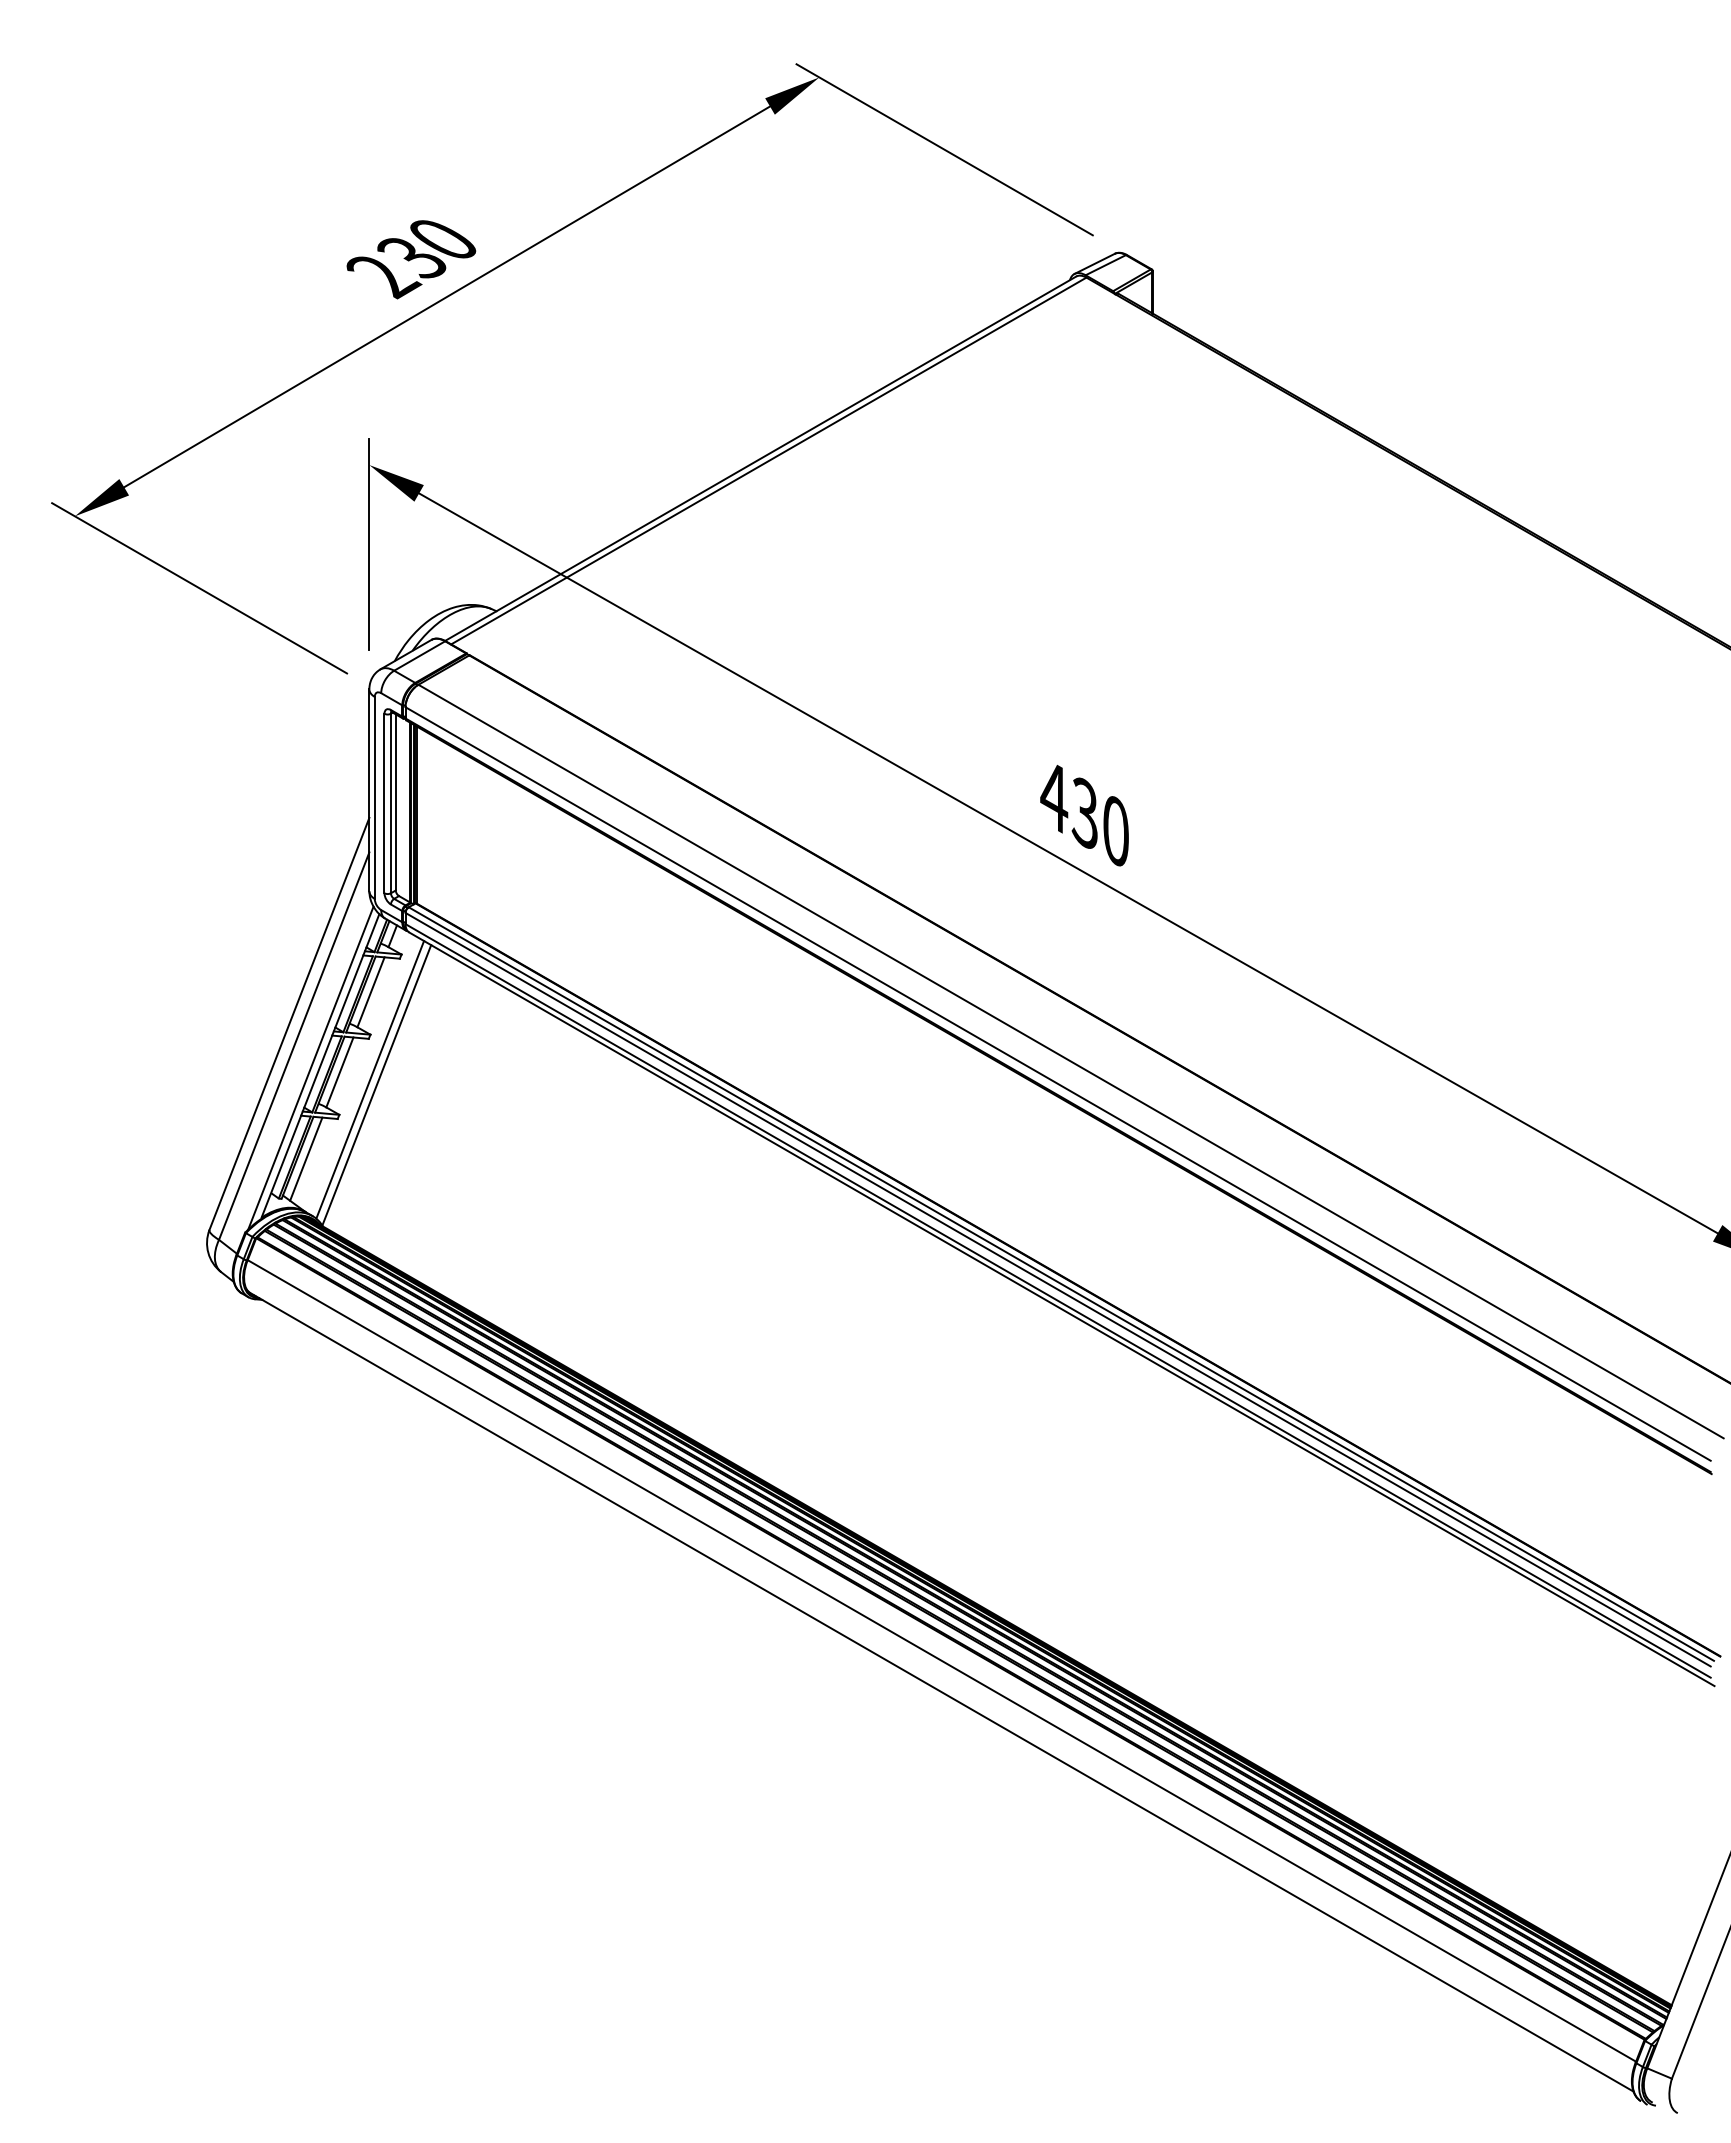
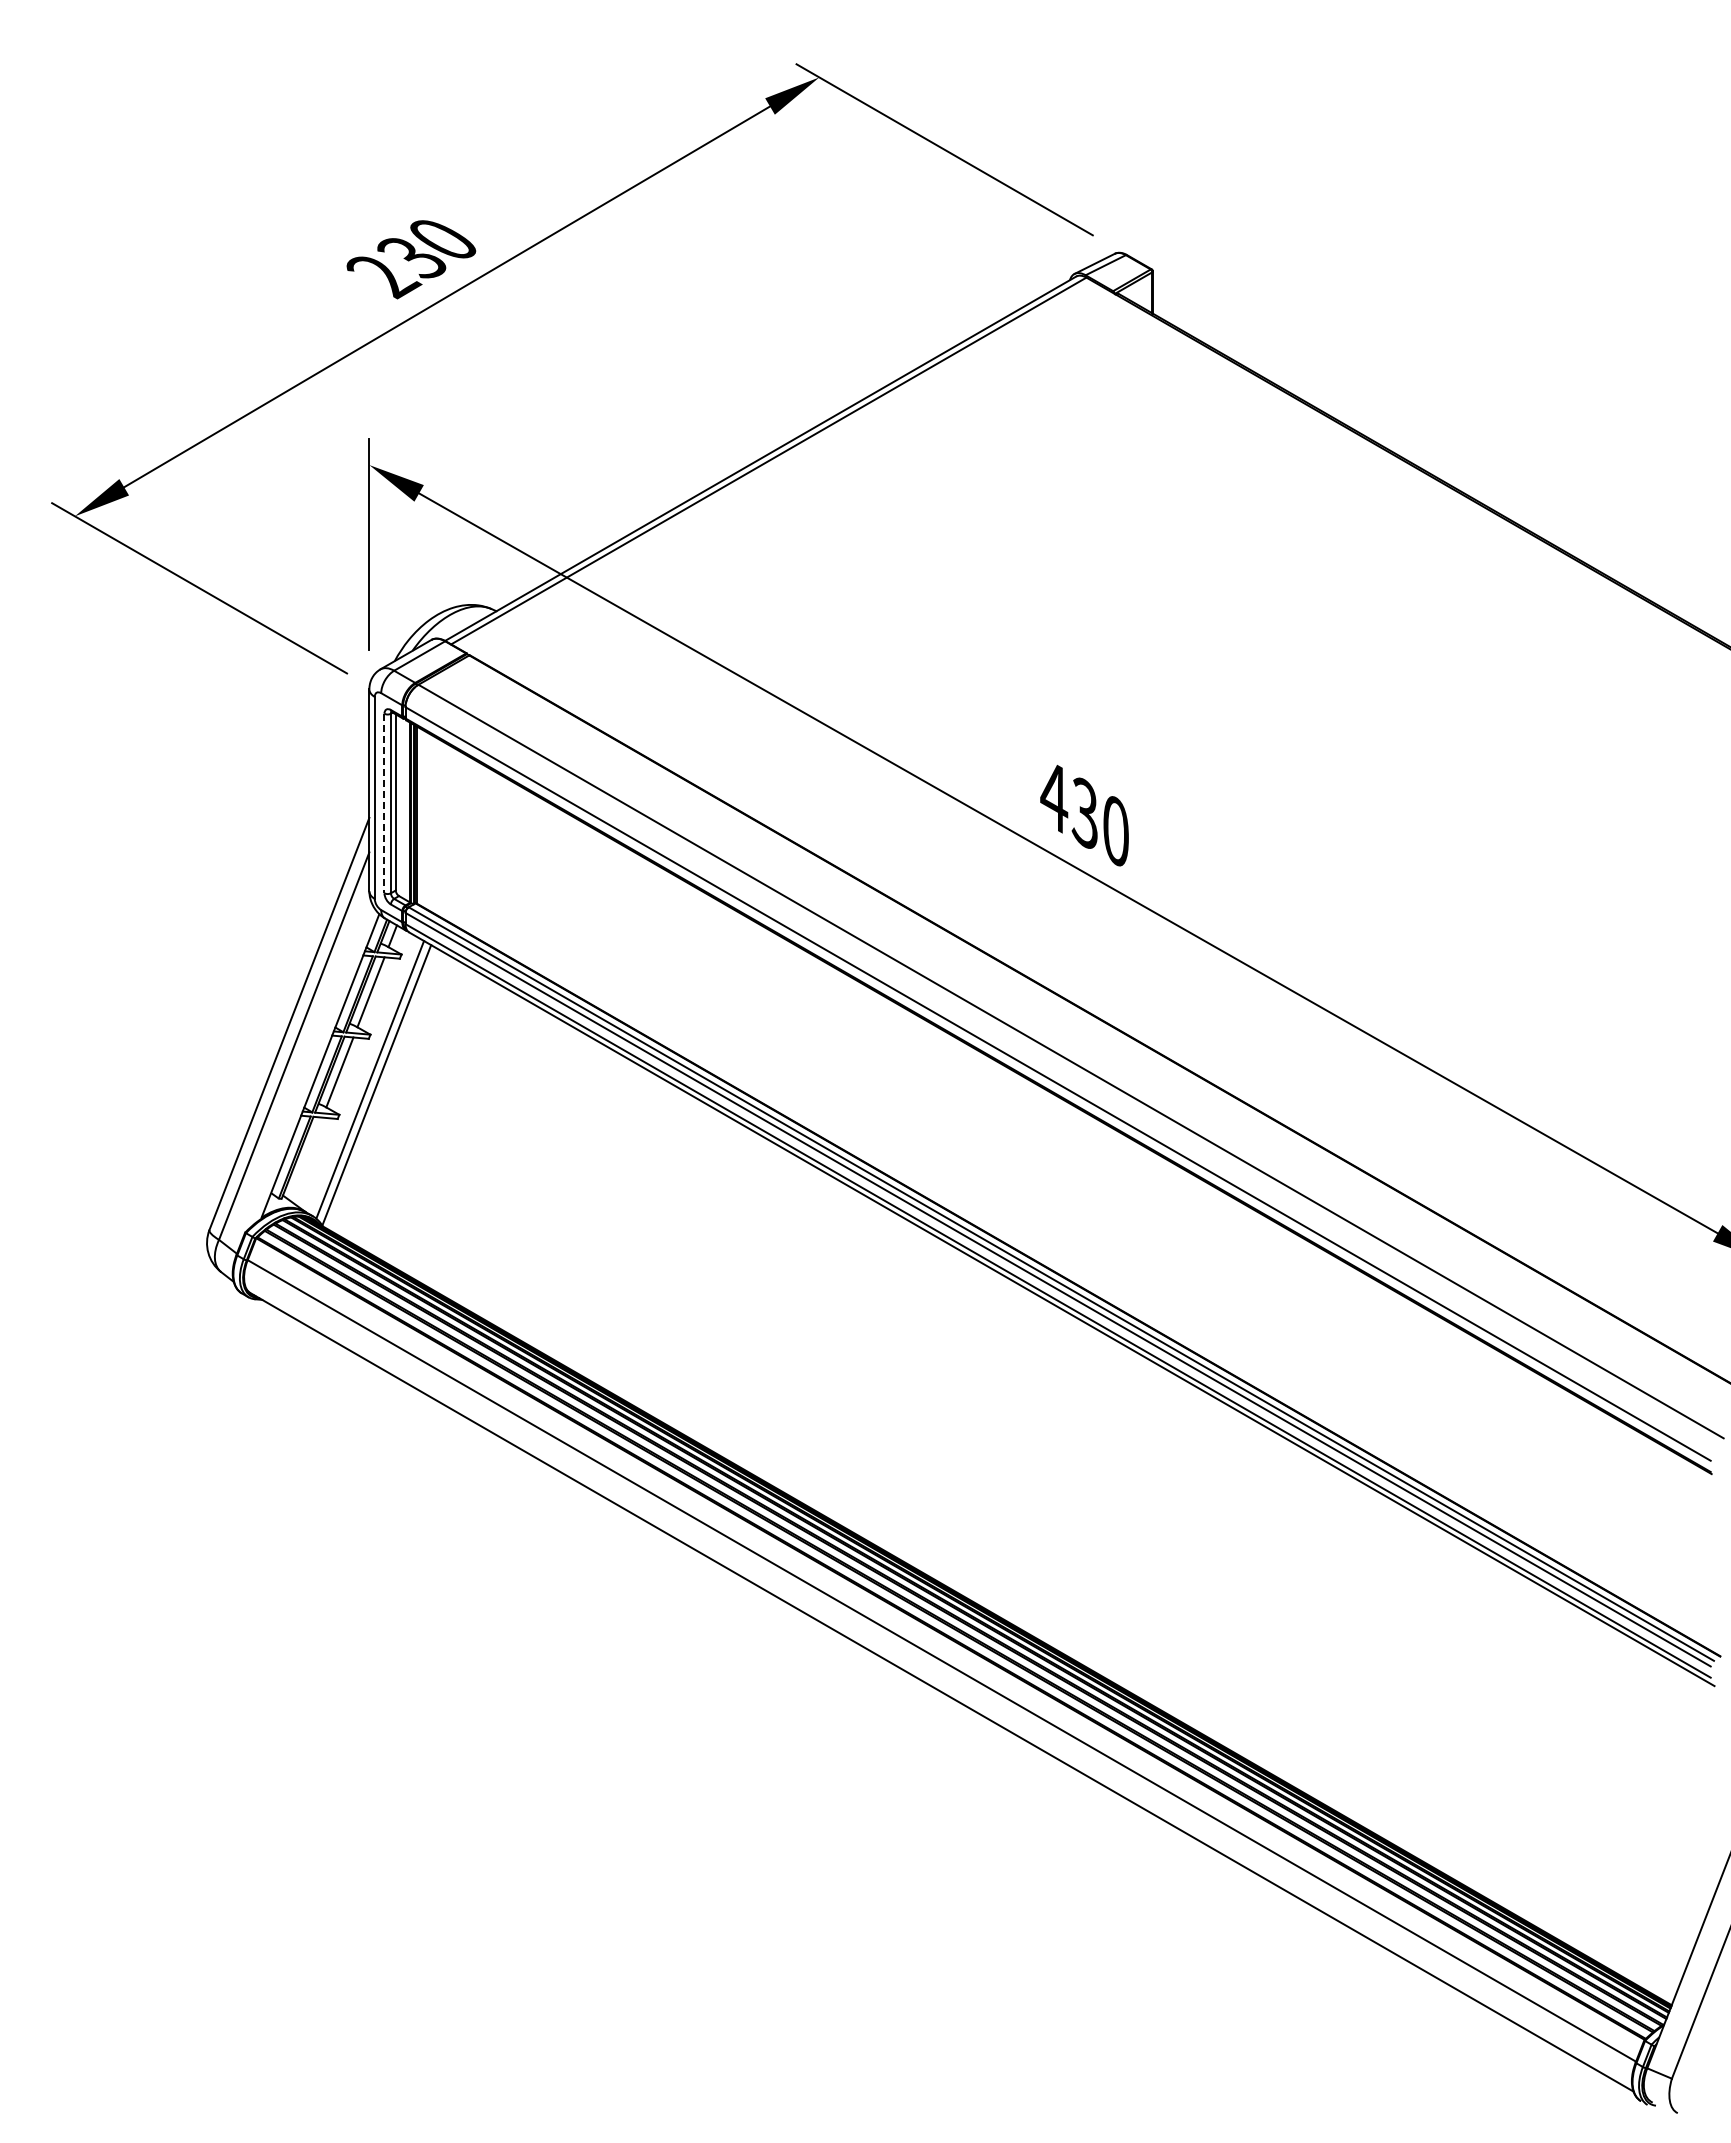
line at (384, 803): solid -> dashed
line at (310, 1067): present -> none
line at (306, 1158): present -> none
